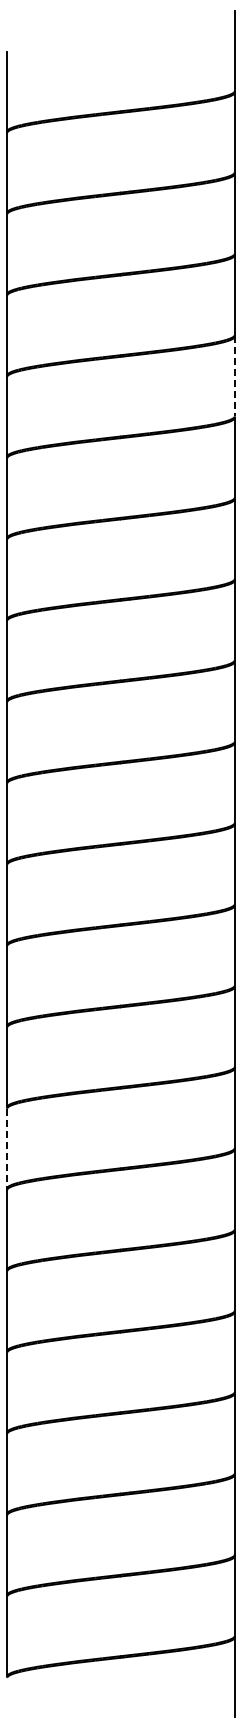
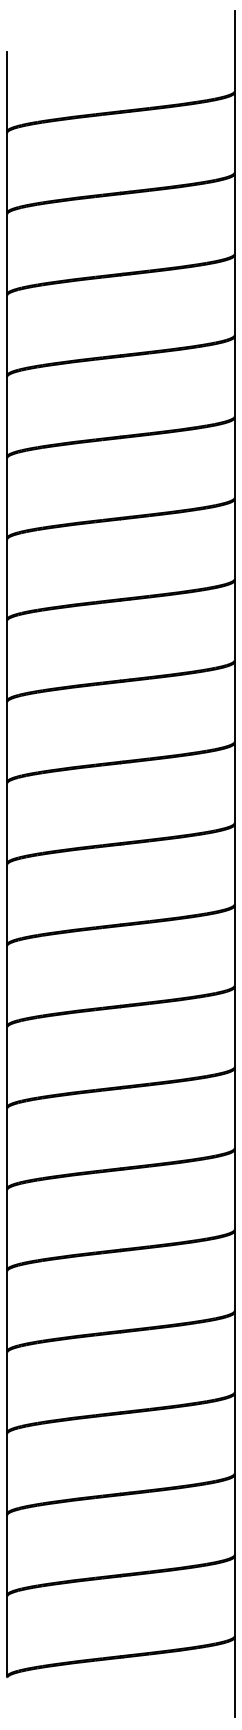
line at (234, 376): dashed -> solid
line at (7, 1148): dashed -> solid
